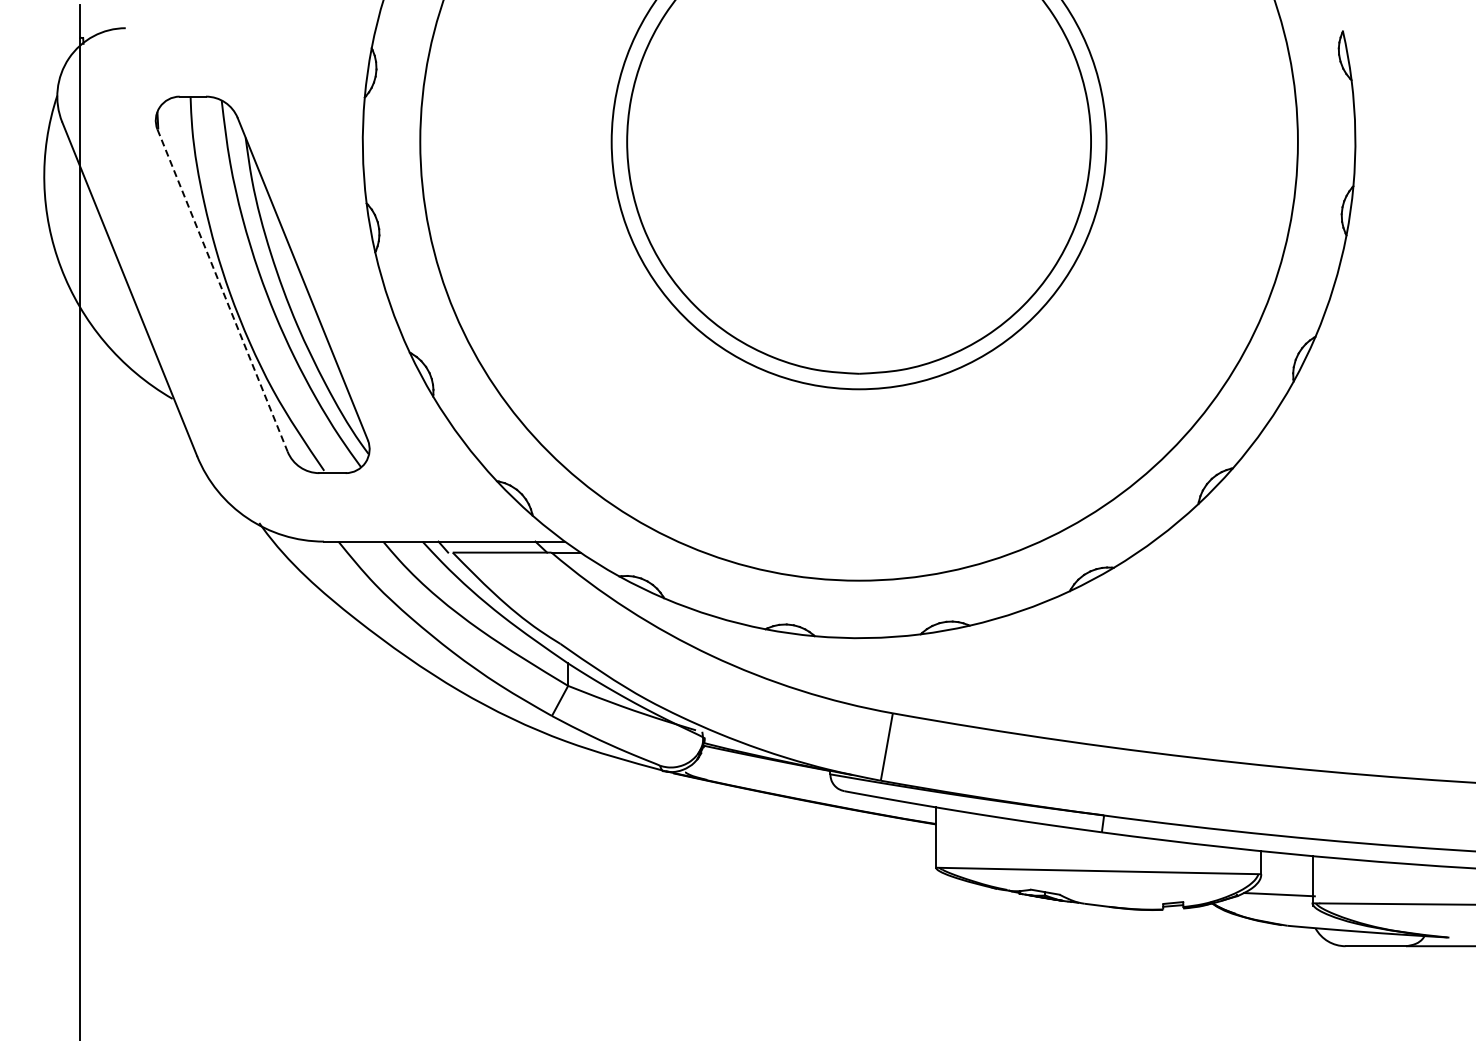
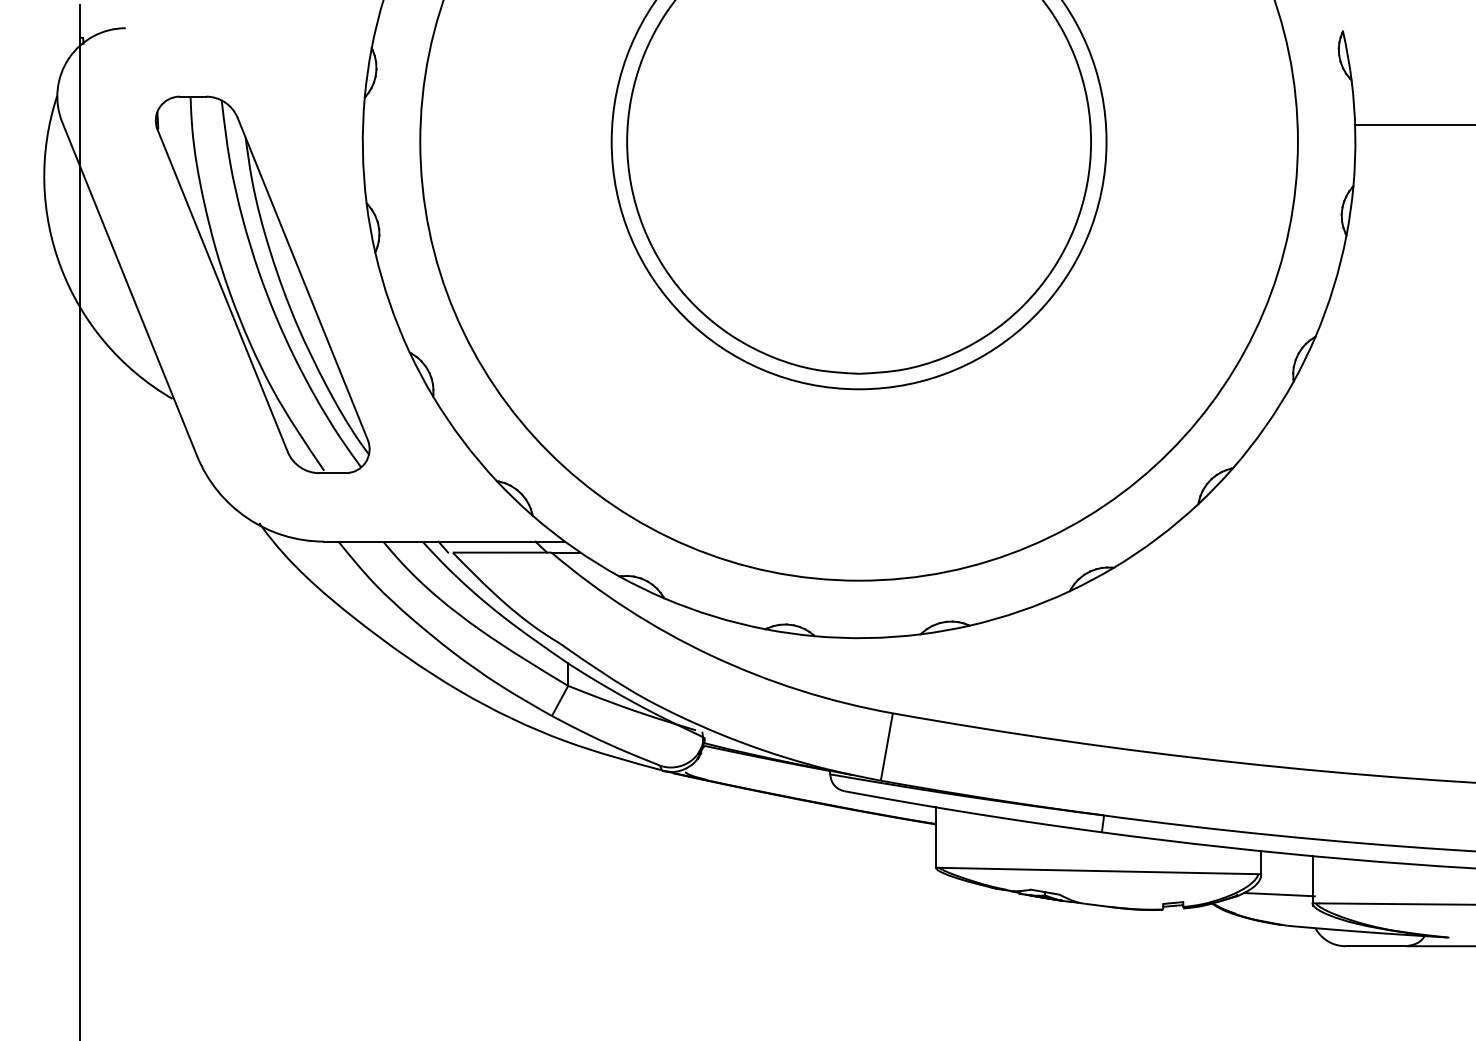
line at (1413, 124): none -> present
line at (222, 290): dashed -> solid
